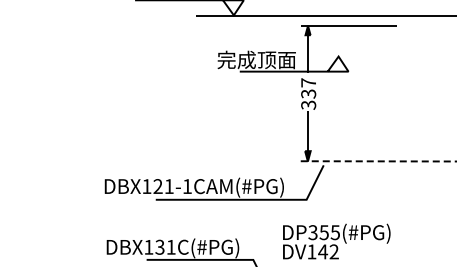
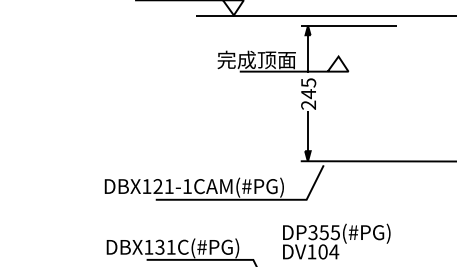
text at (308, 93): 337 -> 245
line at (378, 161): dashed -> solid
text at (328, 251): DV142 -> DV104
